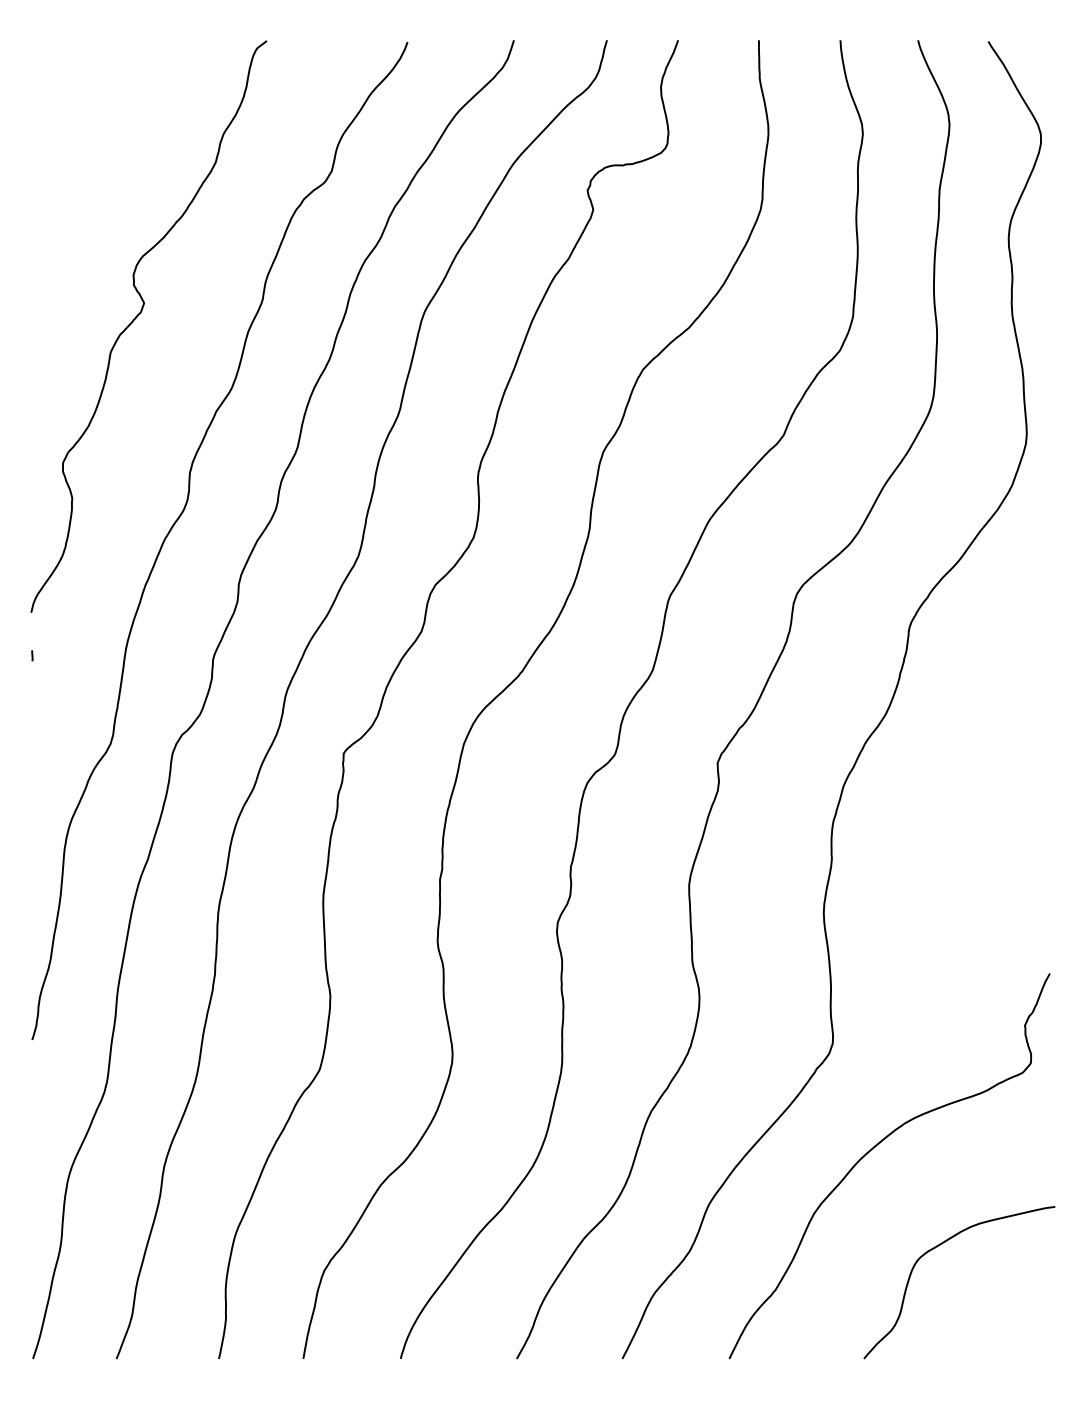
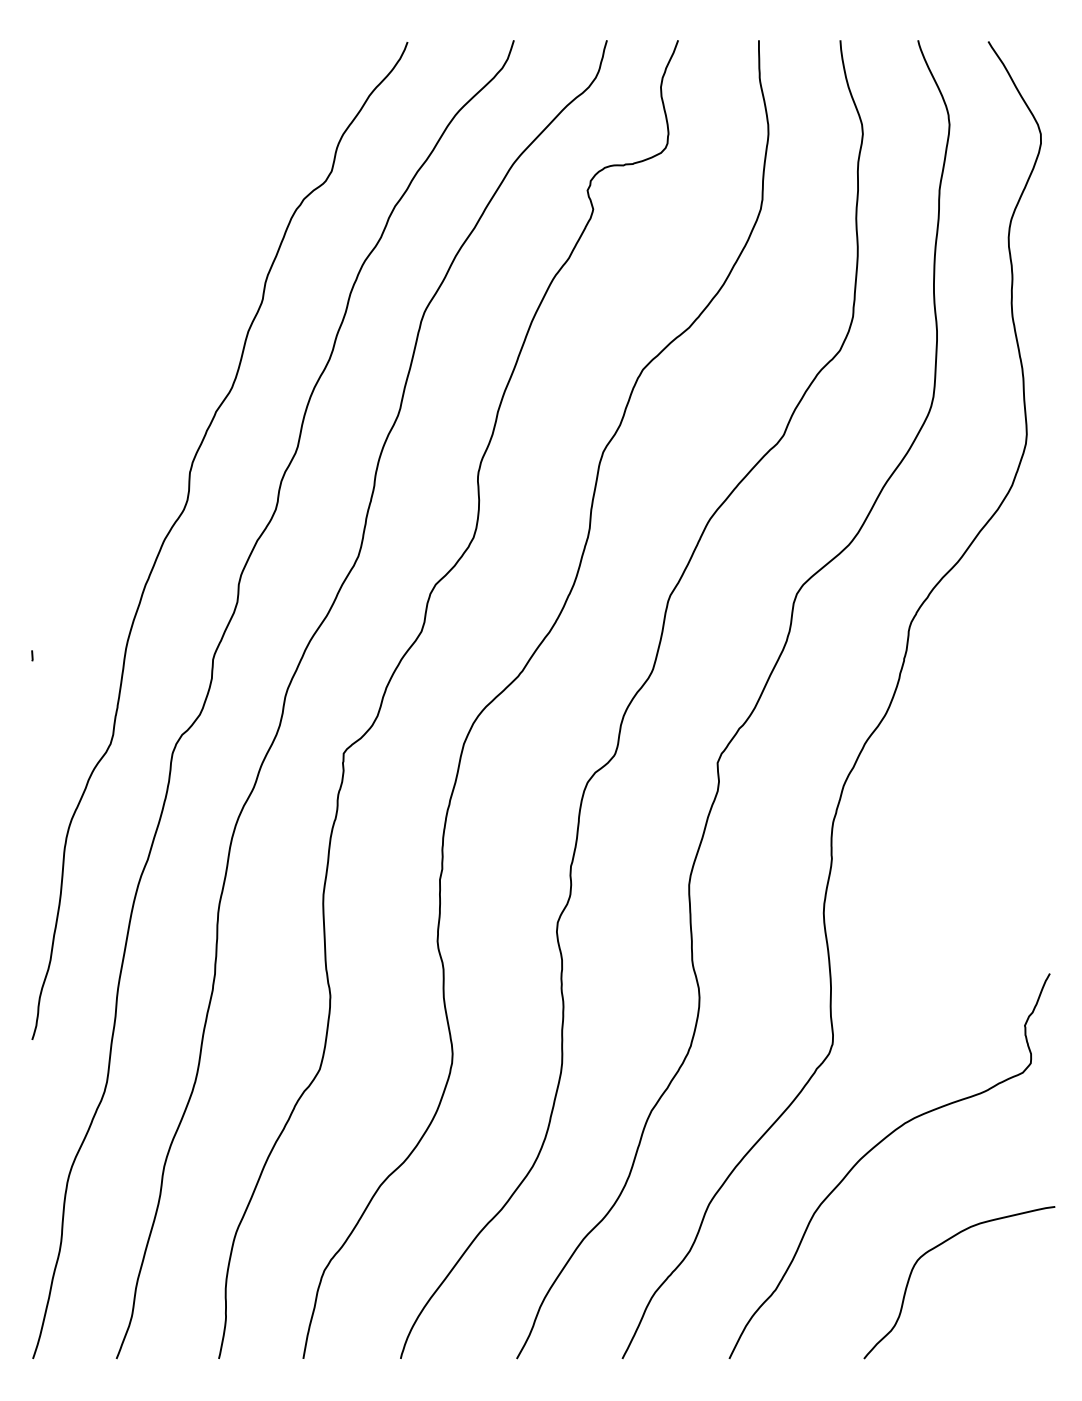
curve at (138, 316): present -> none
